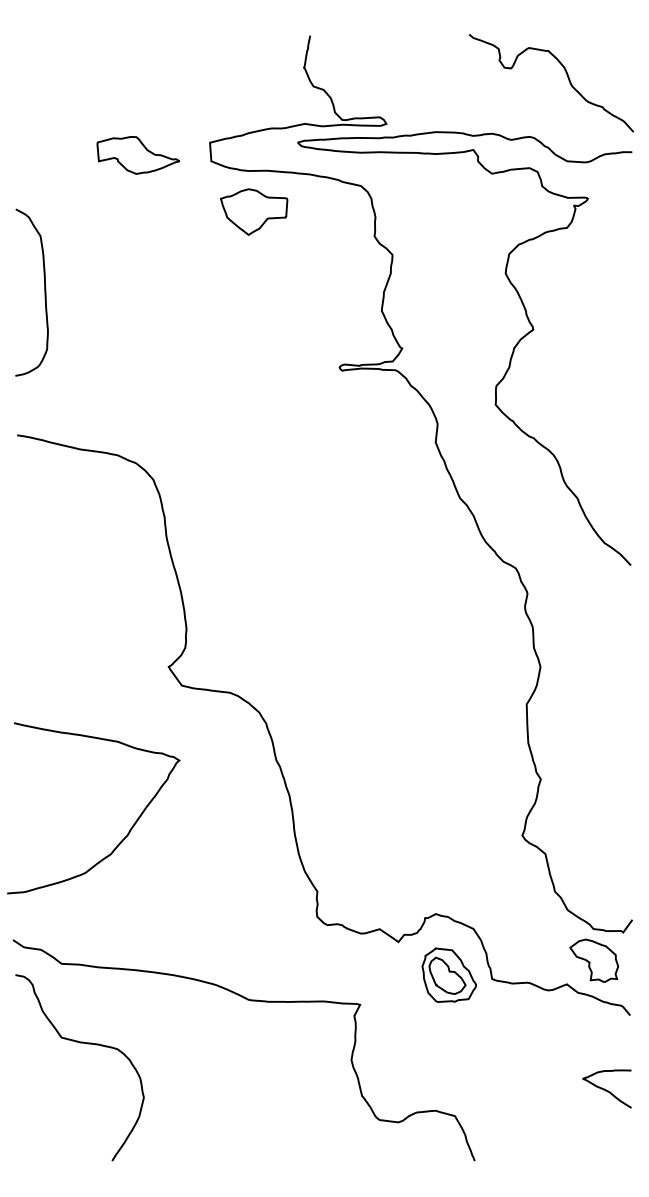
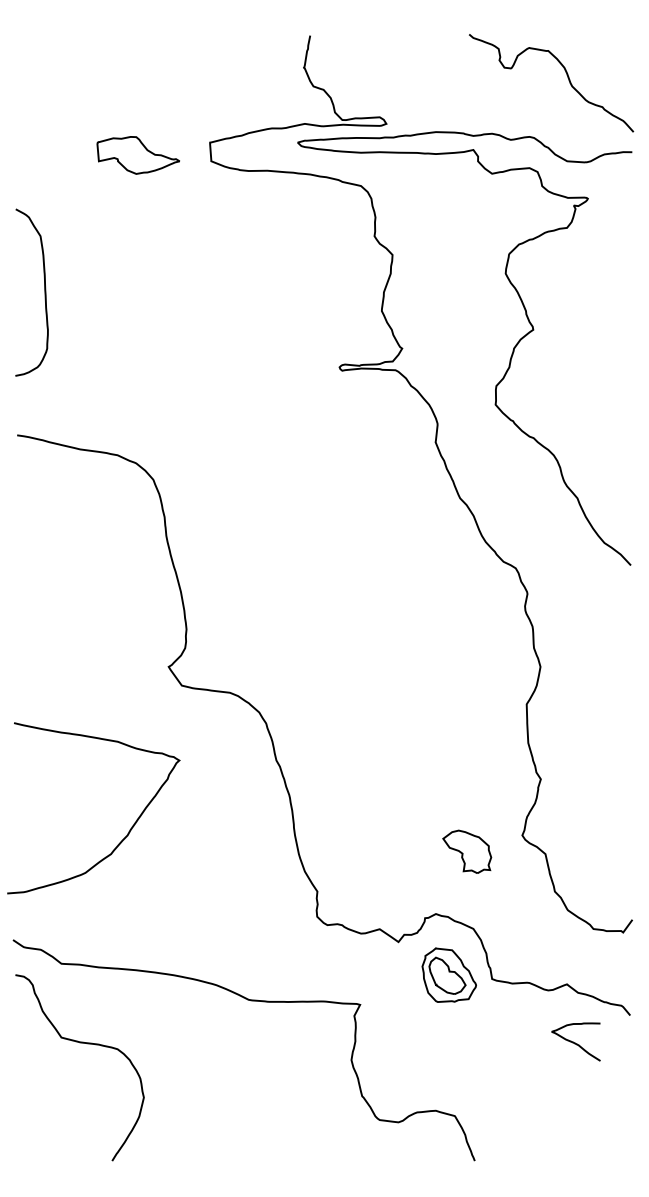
part at (254, 211): present -> none
part at (594, 960) position: (594, 960) -> (467, 851)
curve at (606, 1089) position: (606, 1089) -> (575, 1042)
